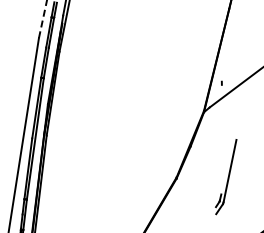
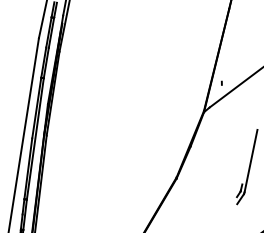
line at (43, 18): dashed -> solid
part at (226, 177) position: (226, 177) -> (247, 167)
